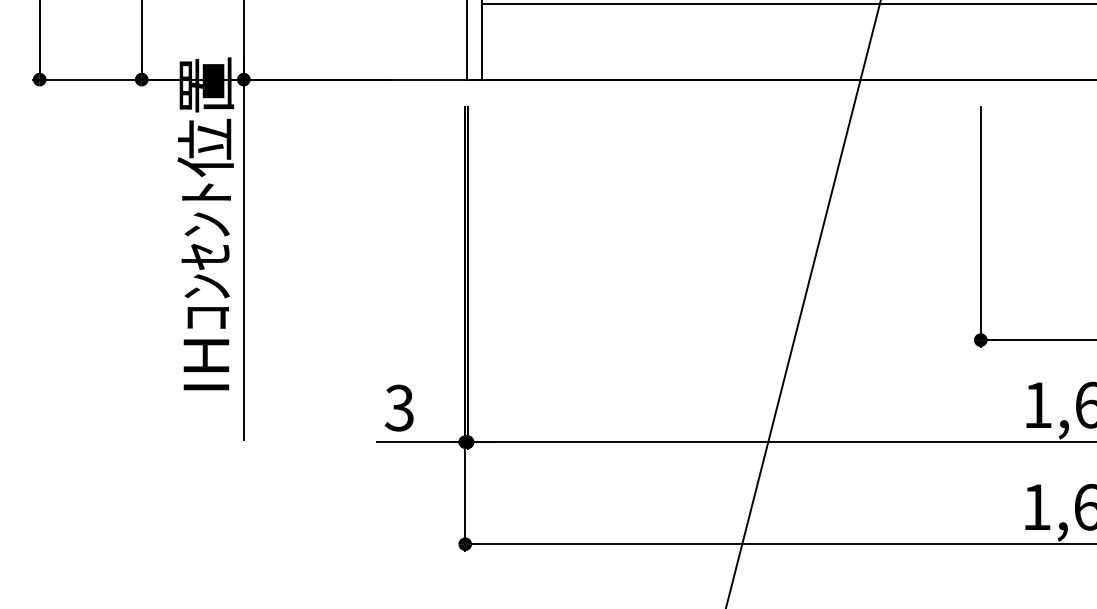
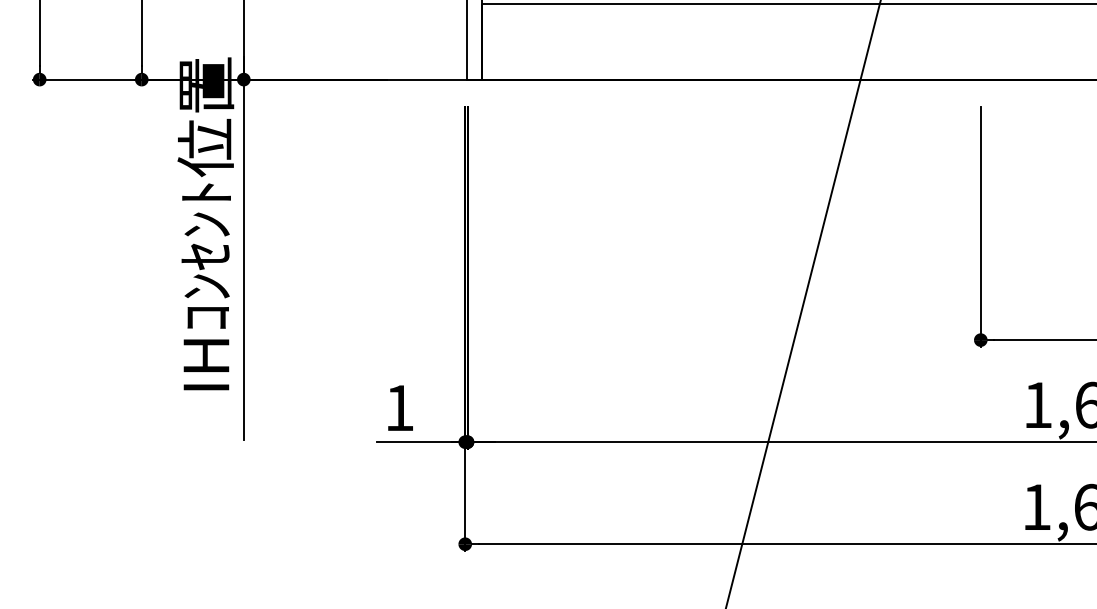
text at (398, 407): 3 -> 1
